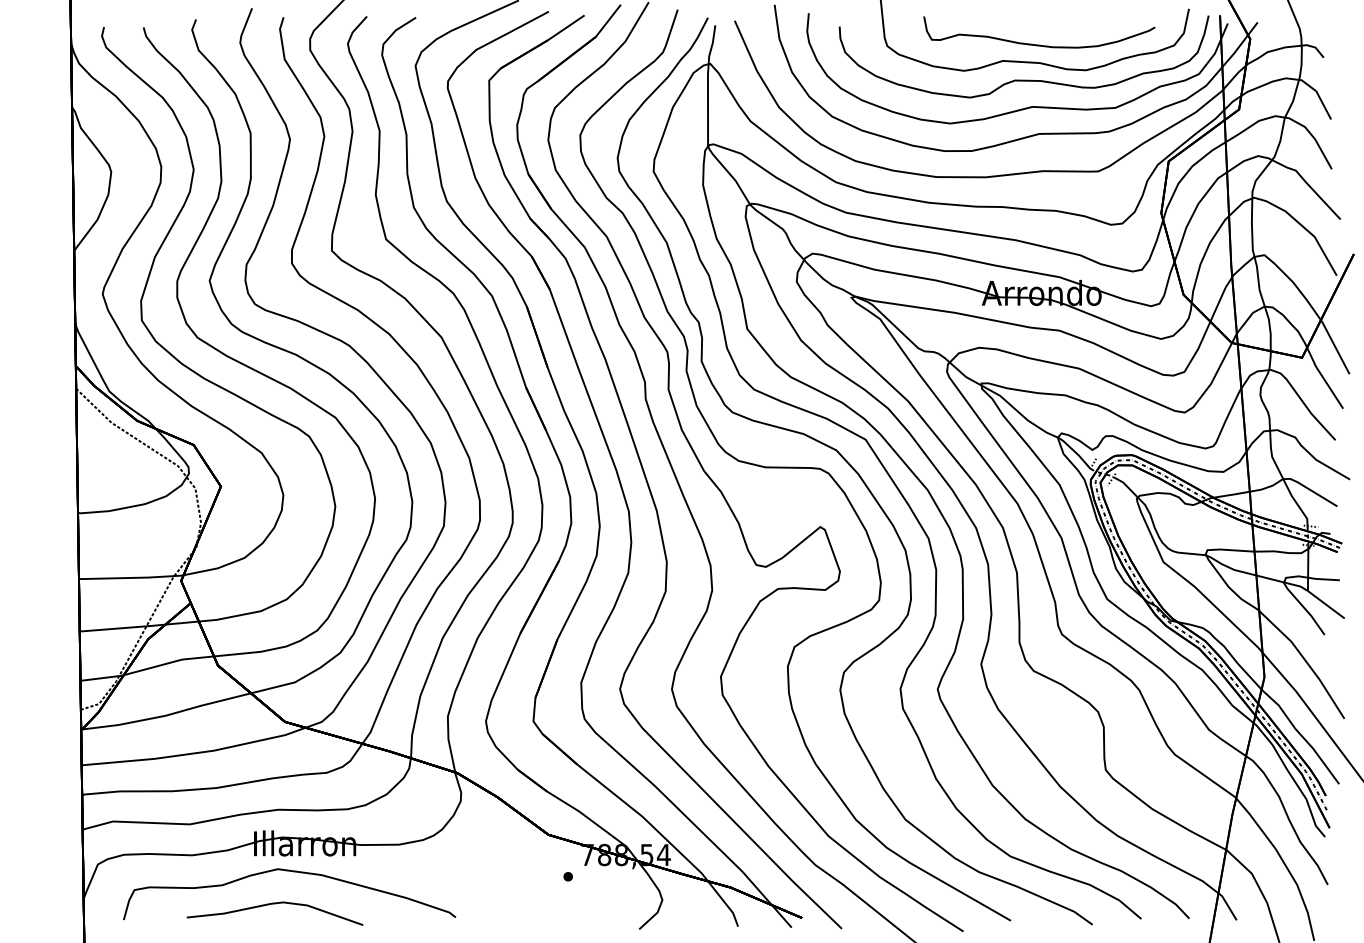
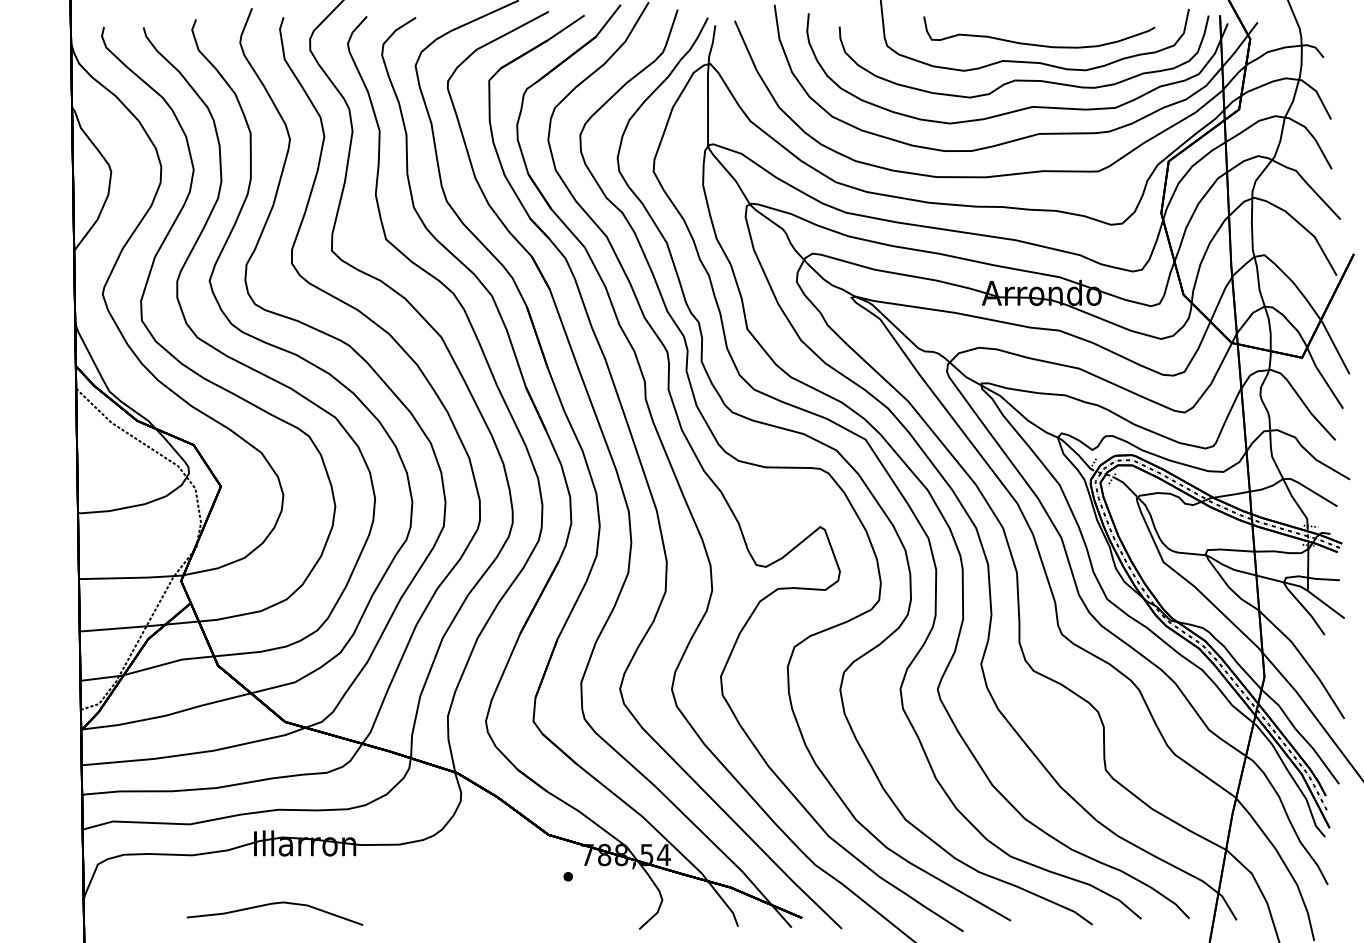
curve at (293, 872): present -> none
